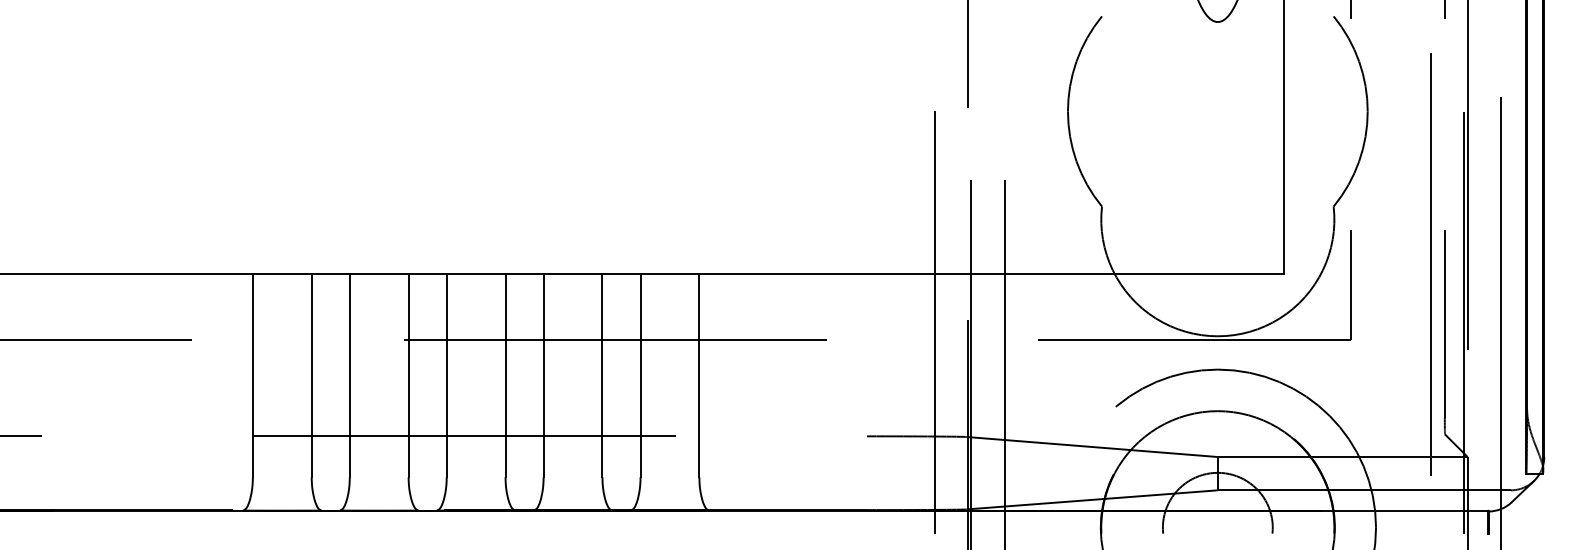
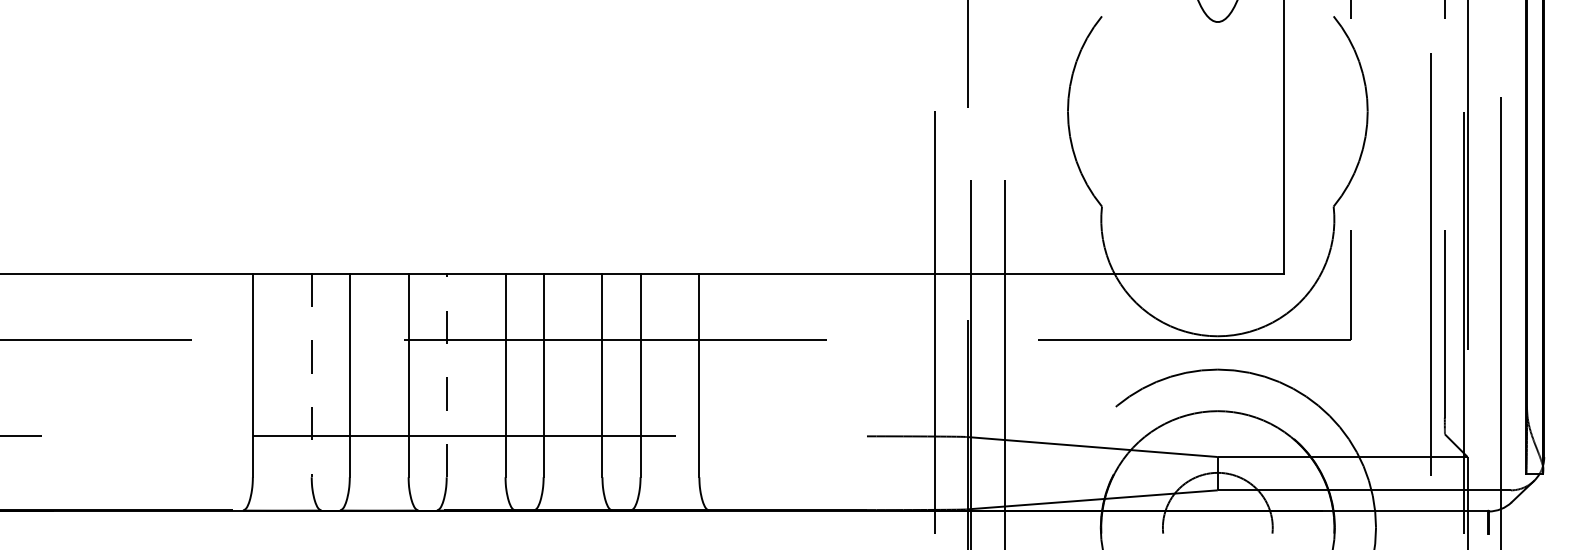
line at (311, 375): solid -> dashed
line at (446, 375): solid -> dashed
